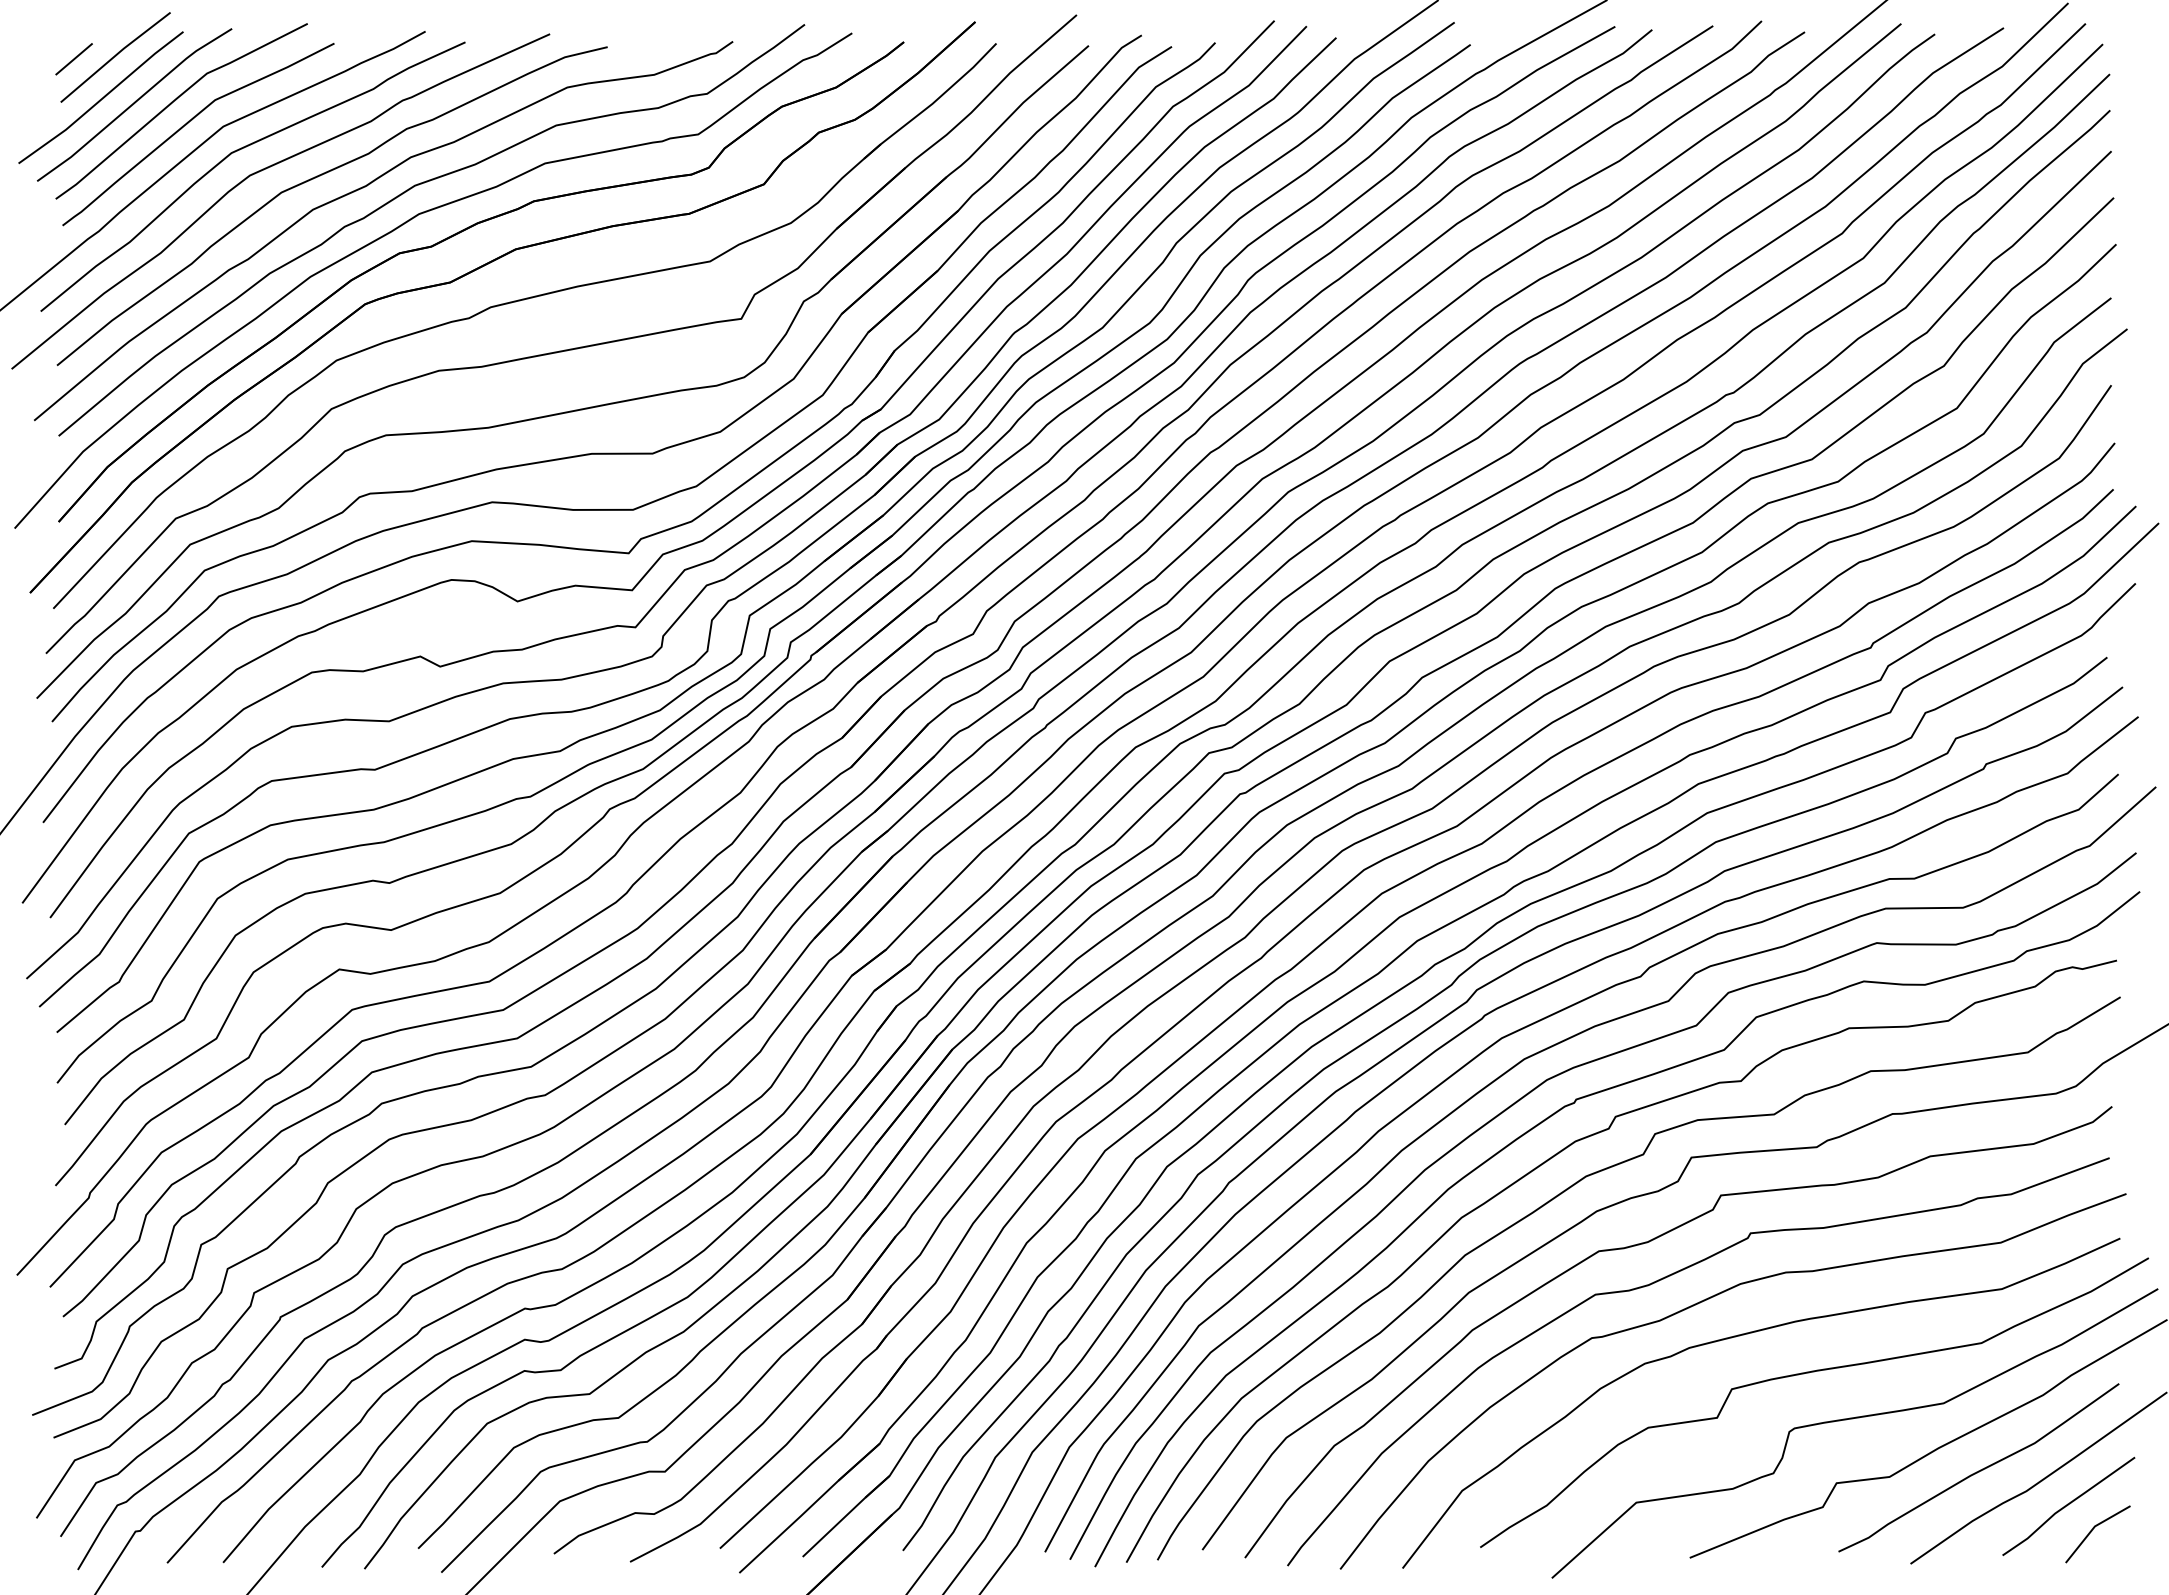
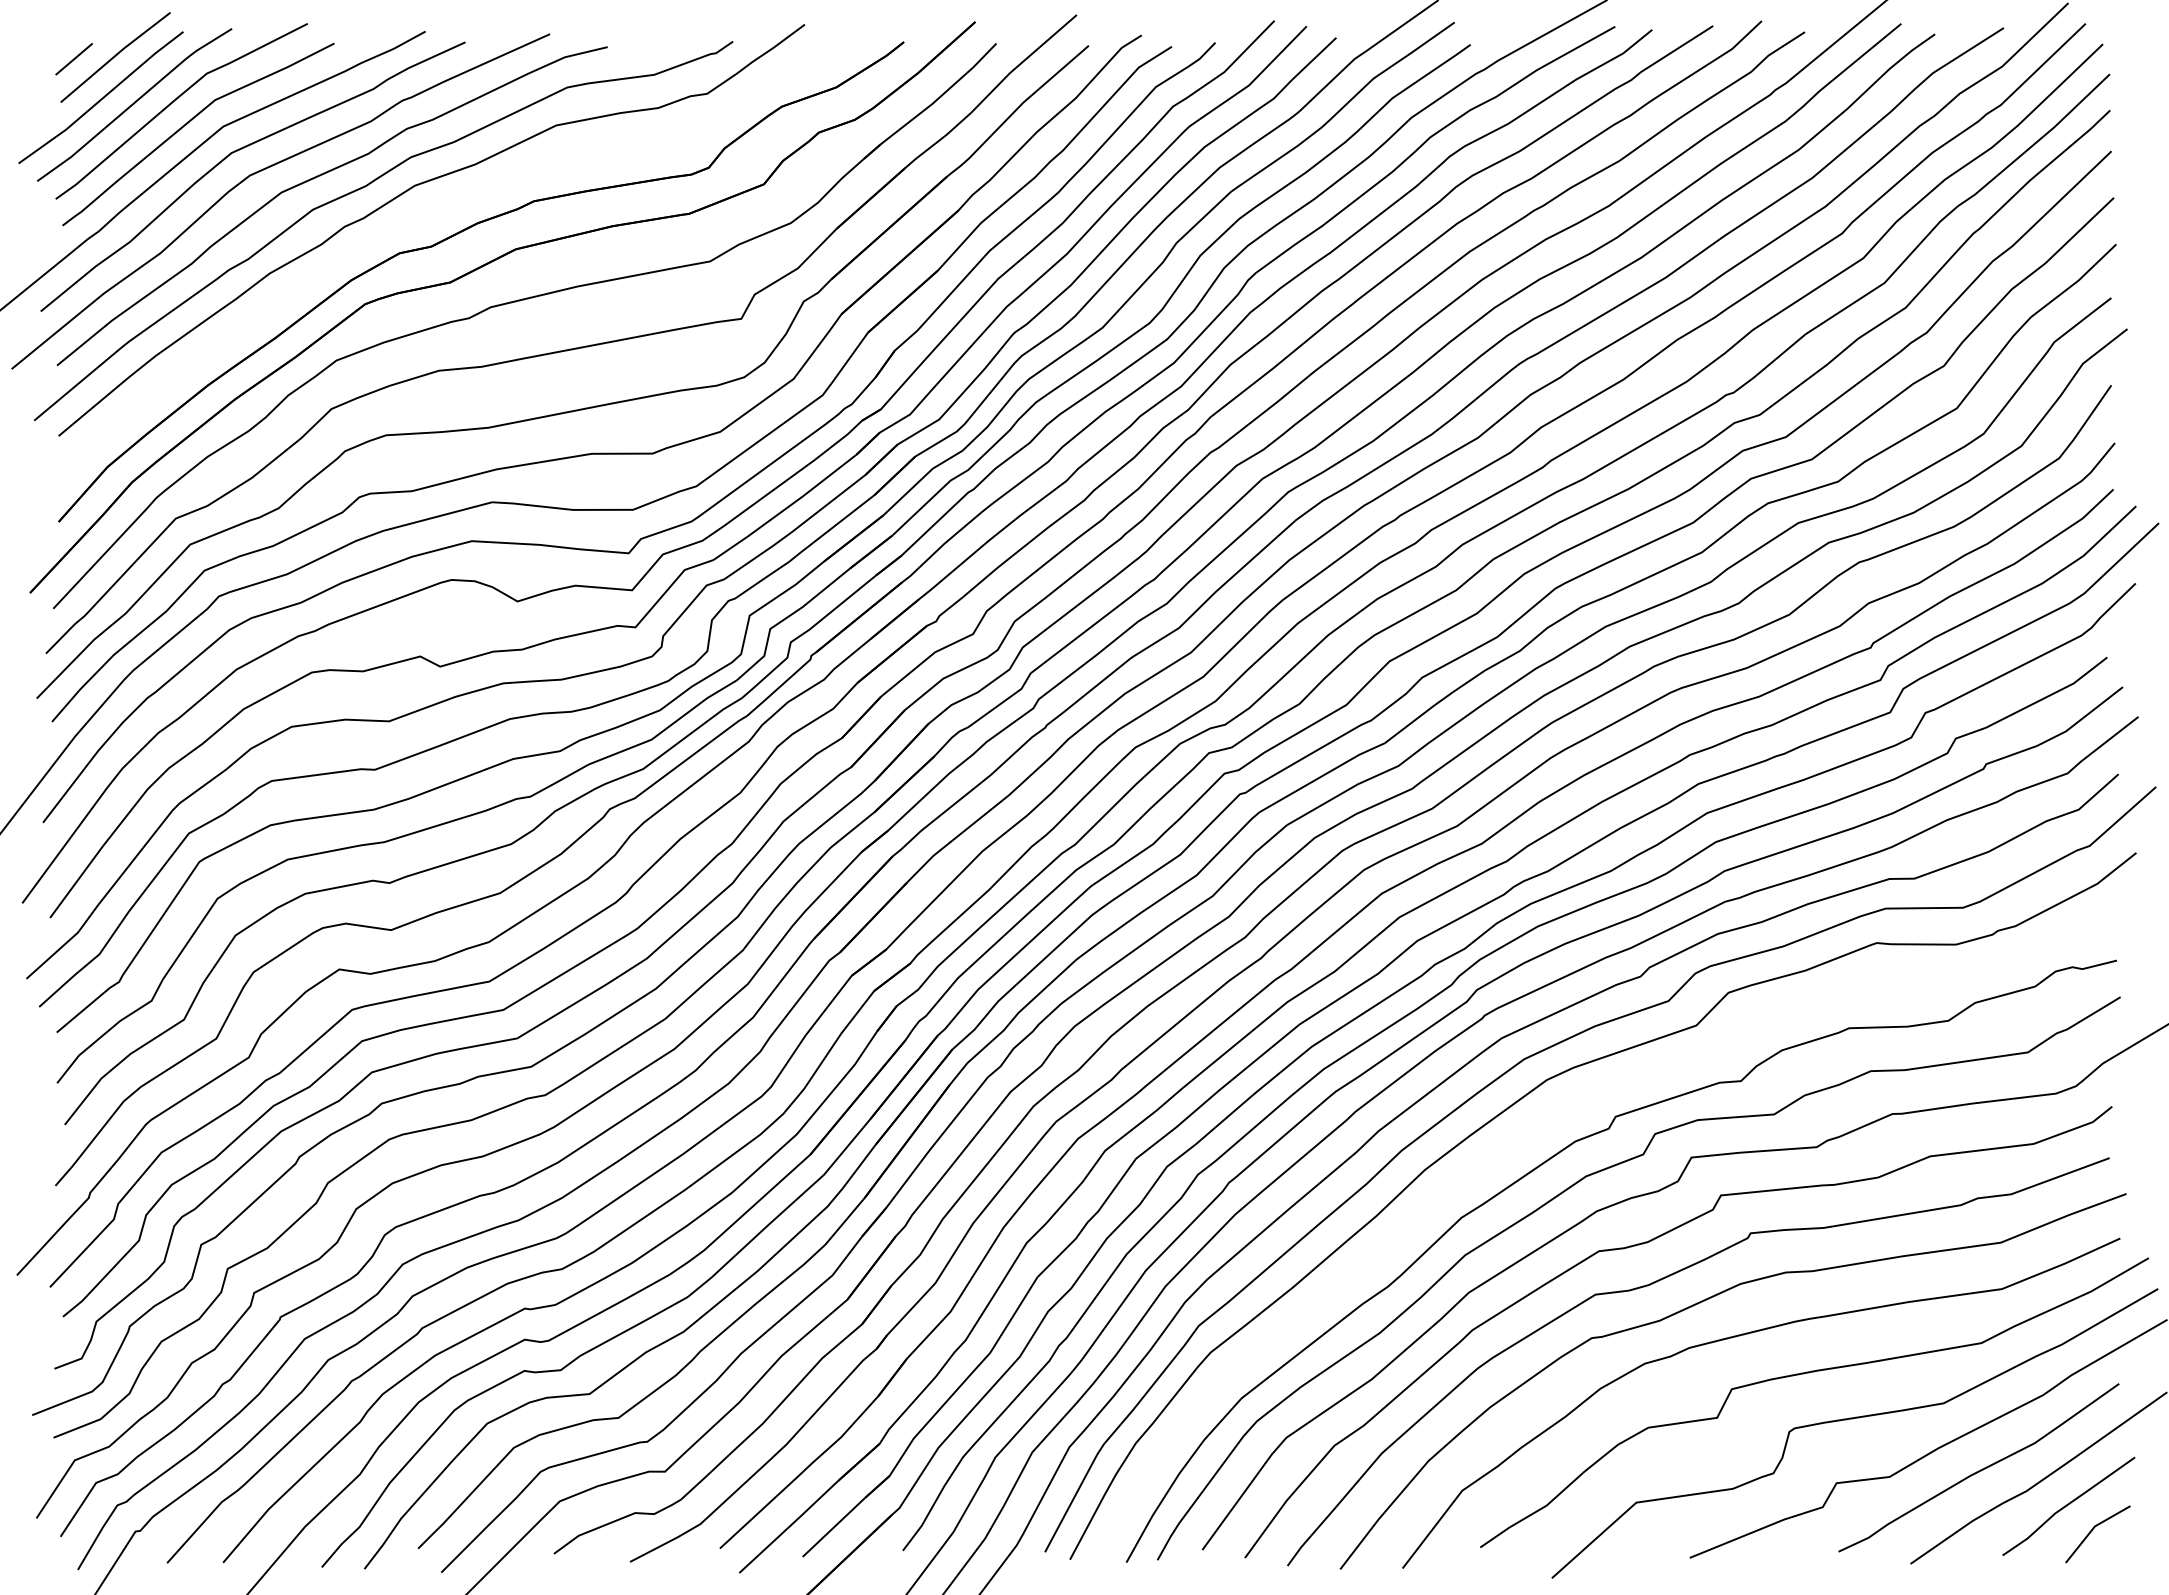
curve at (403, 225): present -> none
curve at (1546, 1120): present -> none
